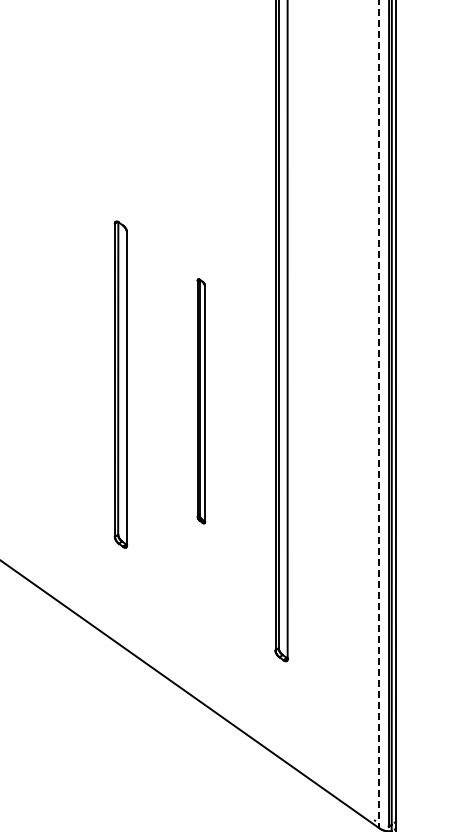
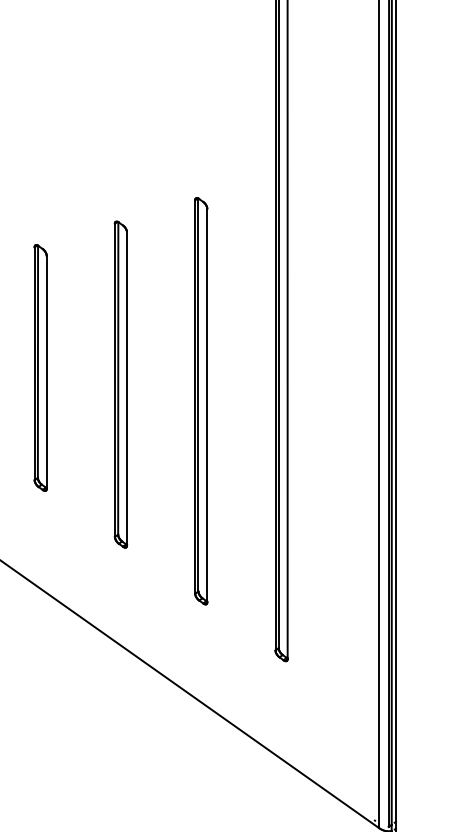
part at (40, 367): none -> present
part at (201, 401) size: 11x247 px -> 15x409 px
line at (379, 414): dashed -> solid
